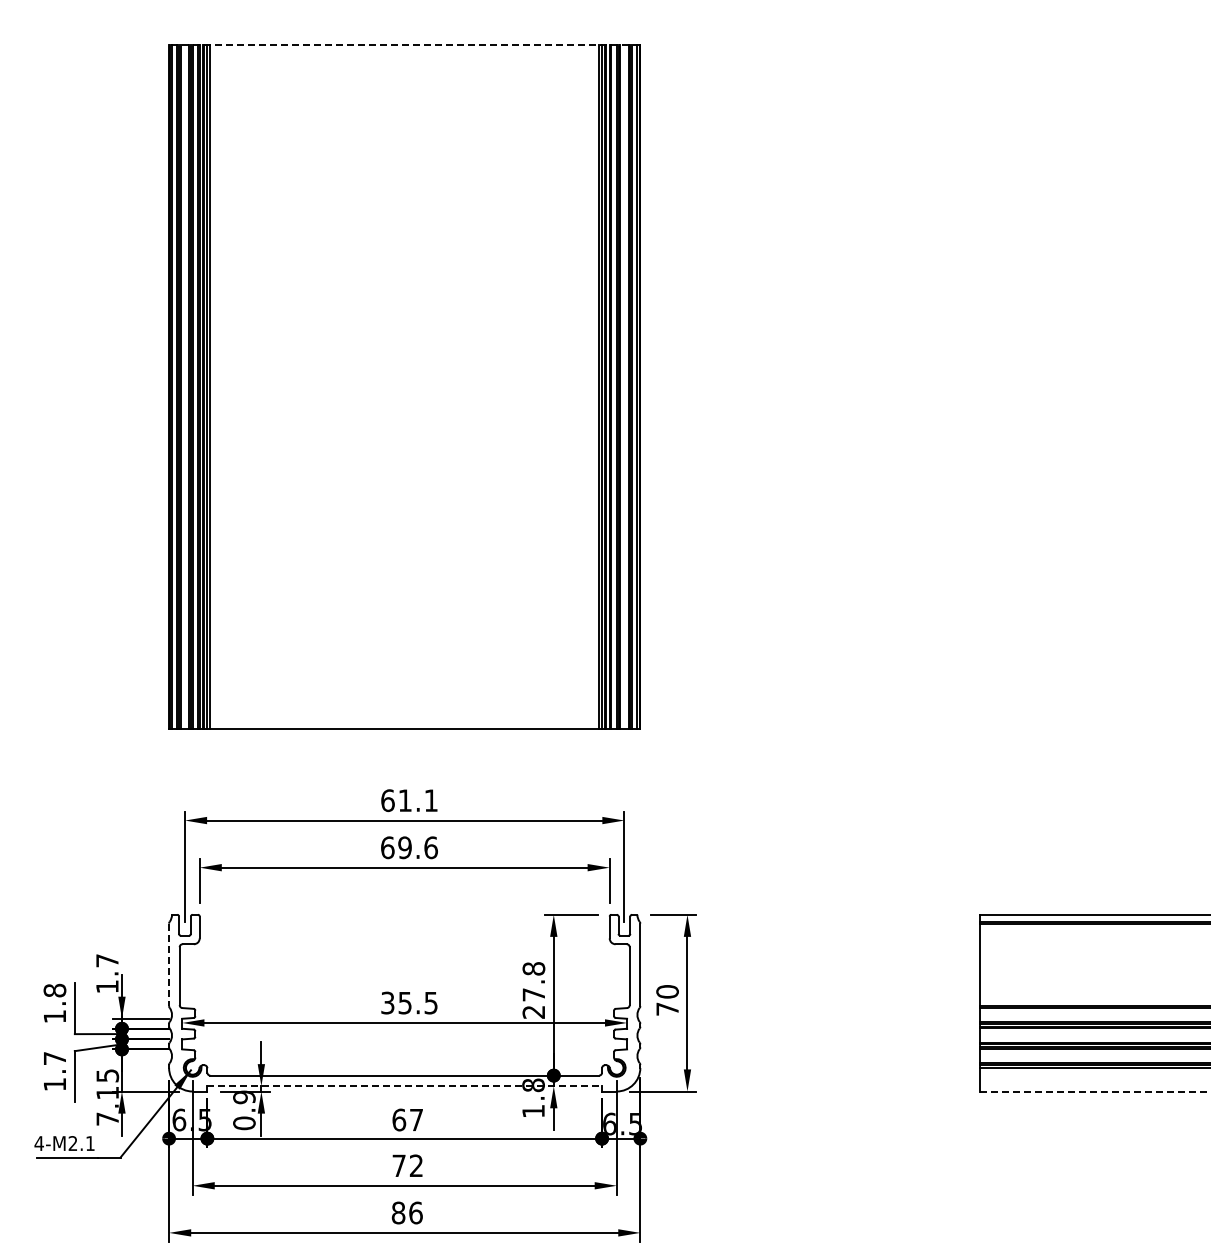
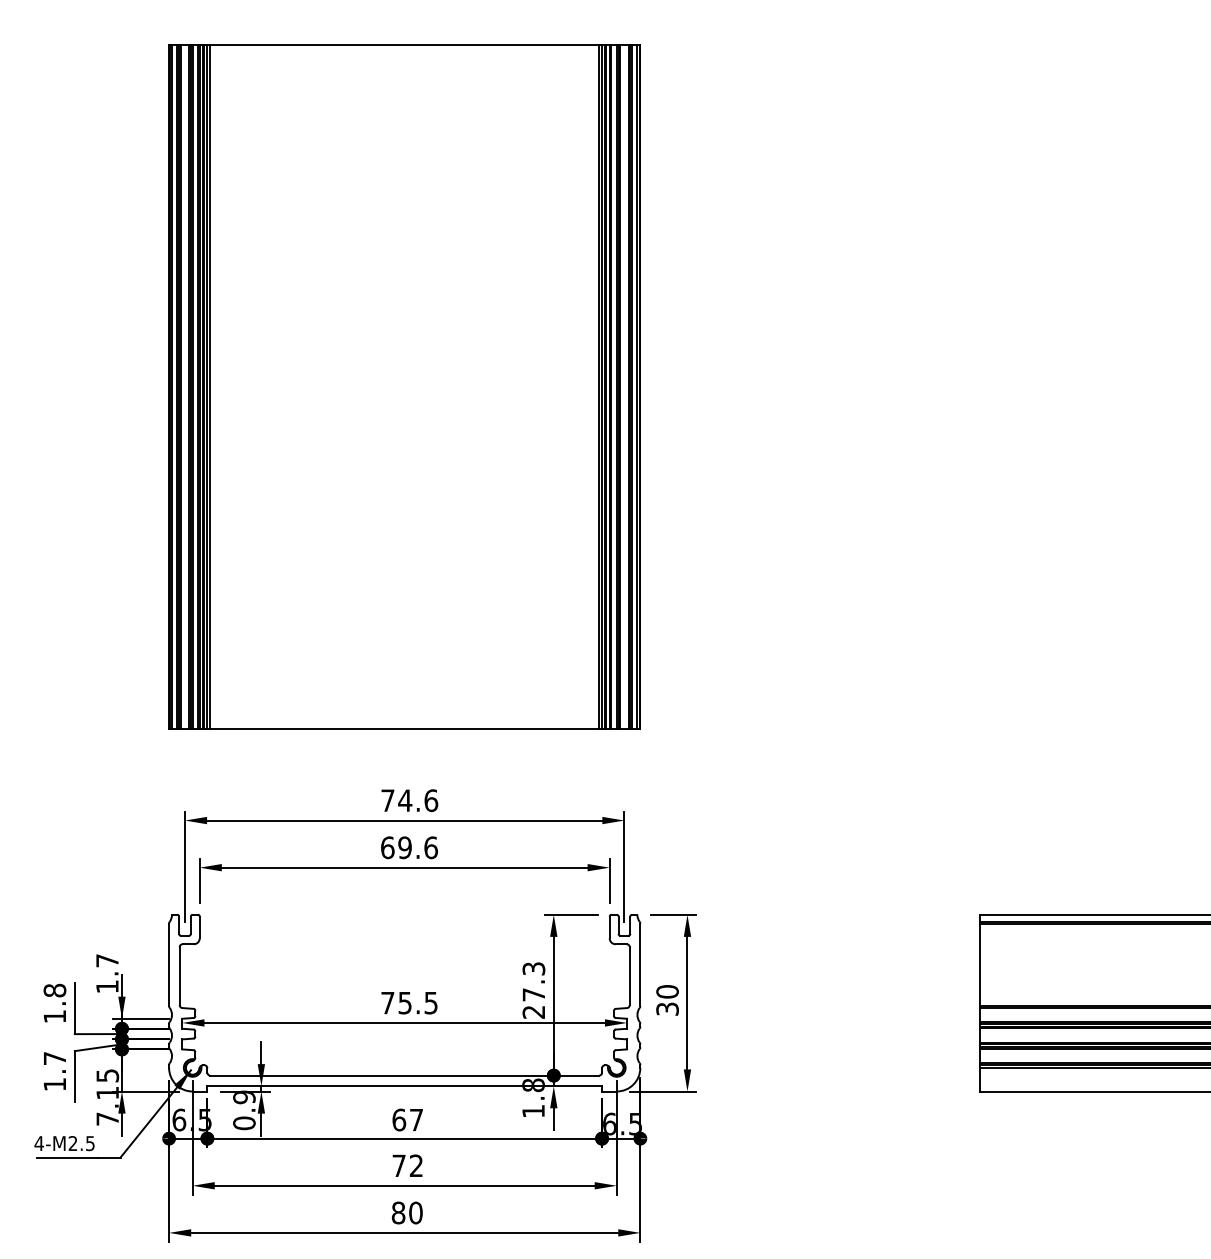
line at (404, 45): dashed -> solid
text at (409, 800): 61.1 -> 74.6
line at (169, 965): dashed -> solid
text at (533, 968): 27.8 -> 27.3
text at (387, 1002): 35.5 -> 75.5
text at (667, 1008): 70 -> 30
line at (405, 1086): dashed -> solid
line at (1095, 1091): dashed -> solid
text at (90, 1143): 4-M2.1 -> 4-M2.5
text at (415, 1212): 86 -> 80
